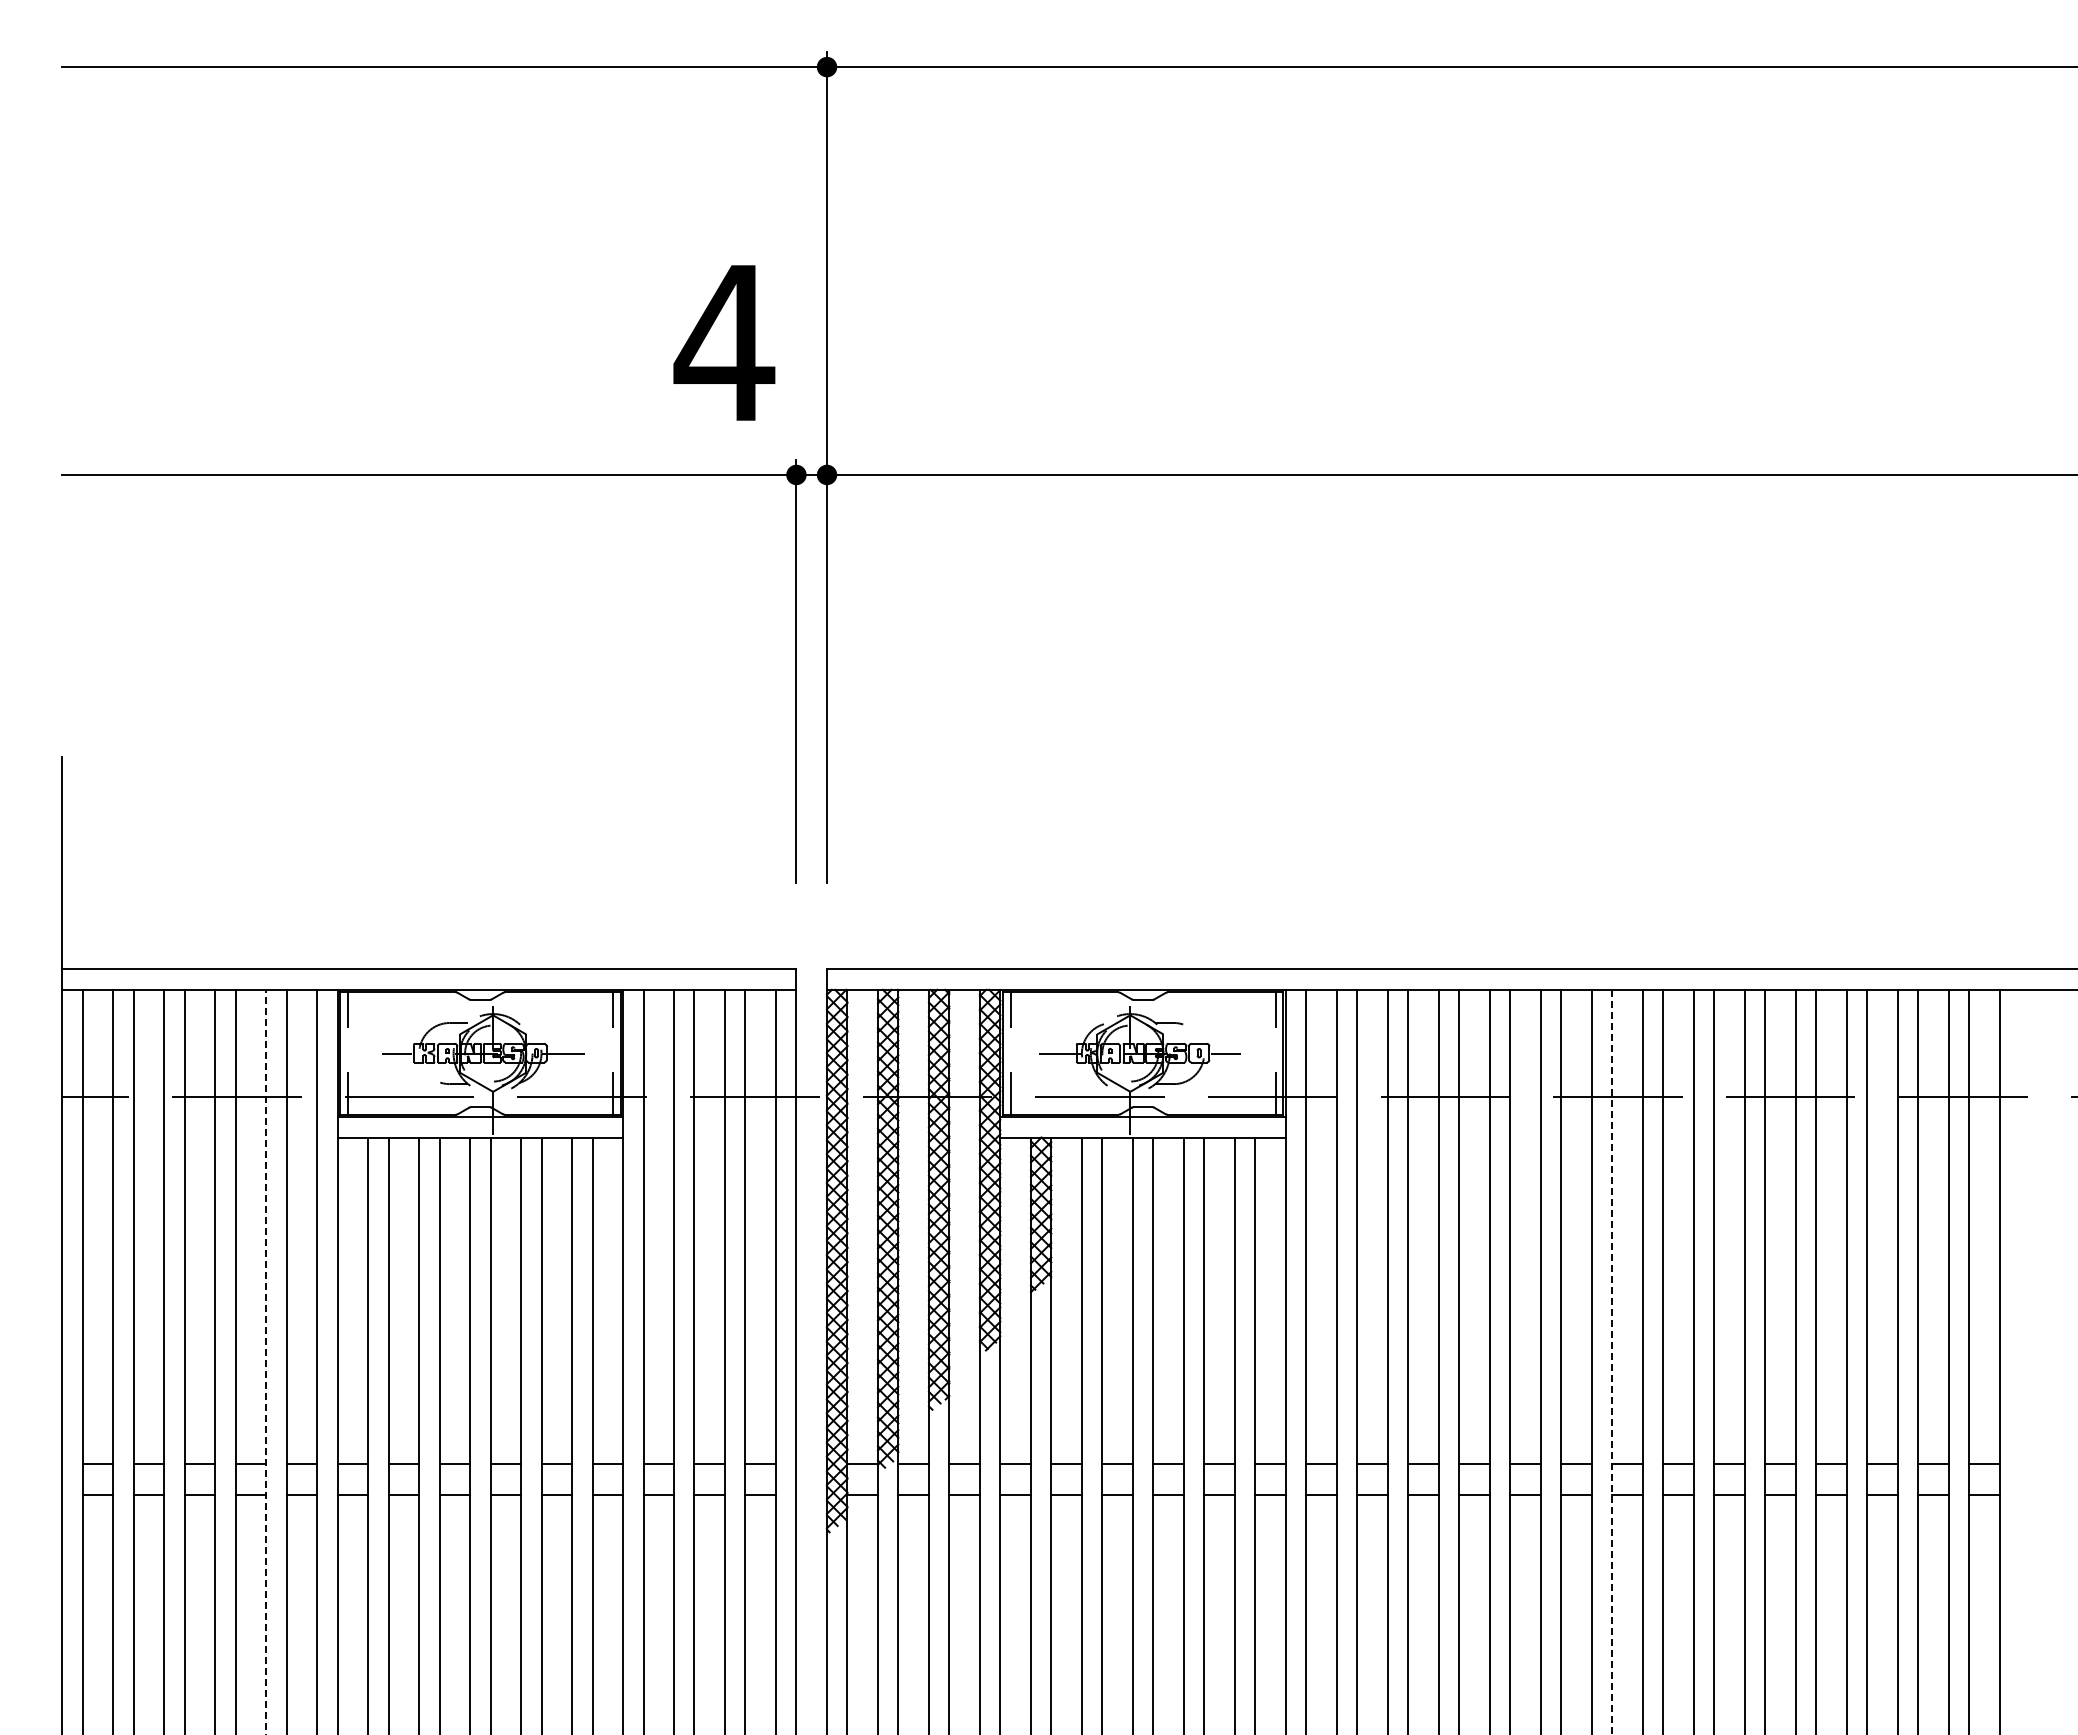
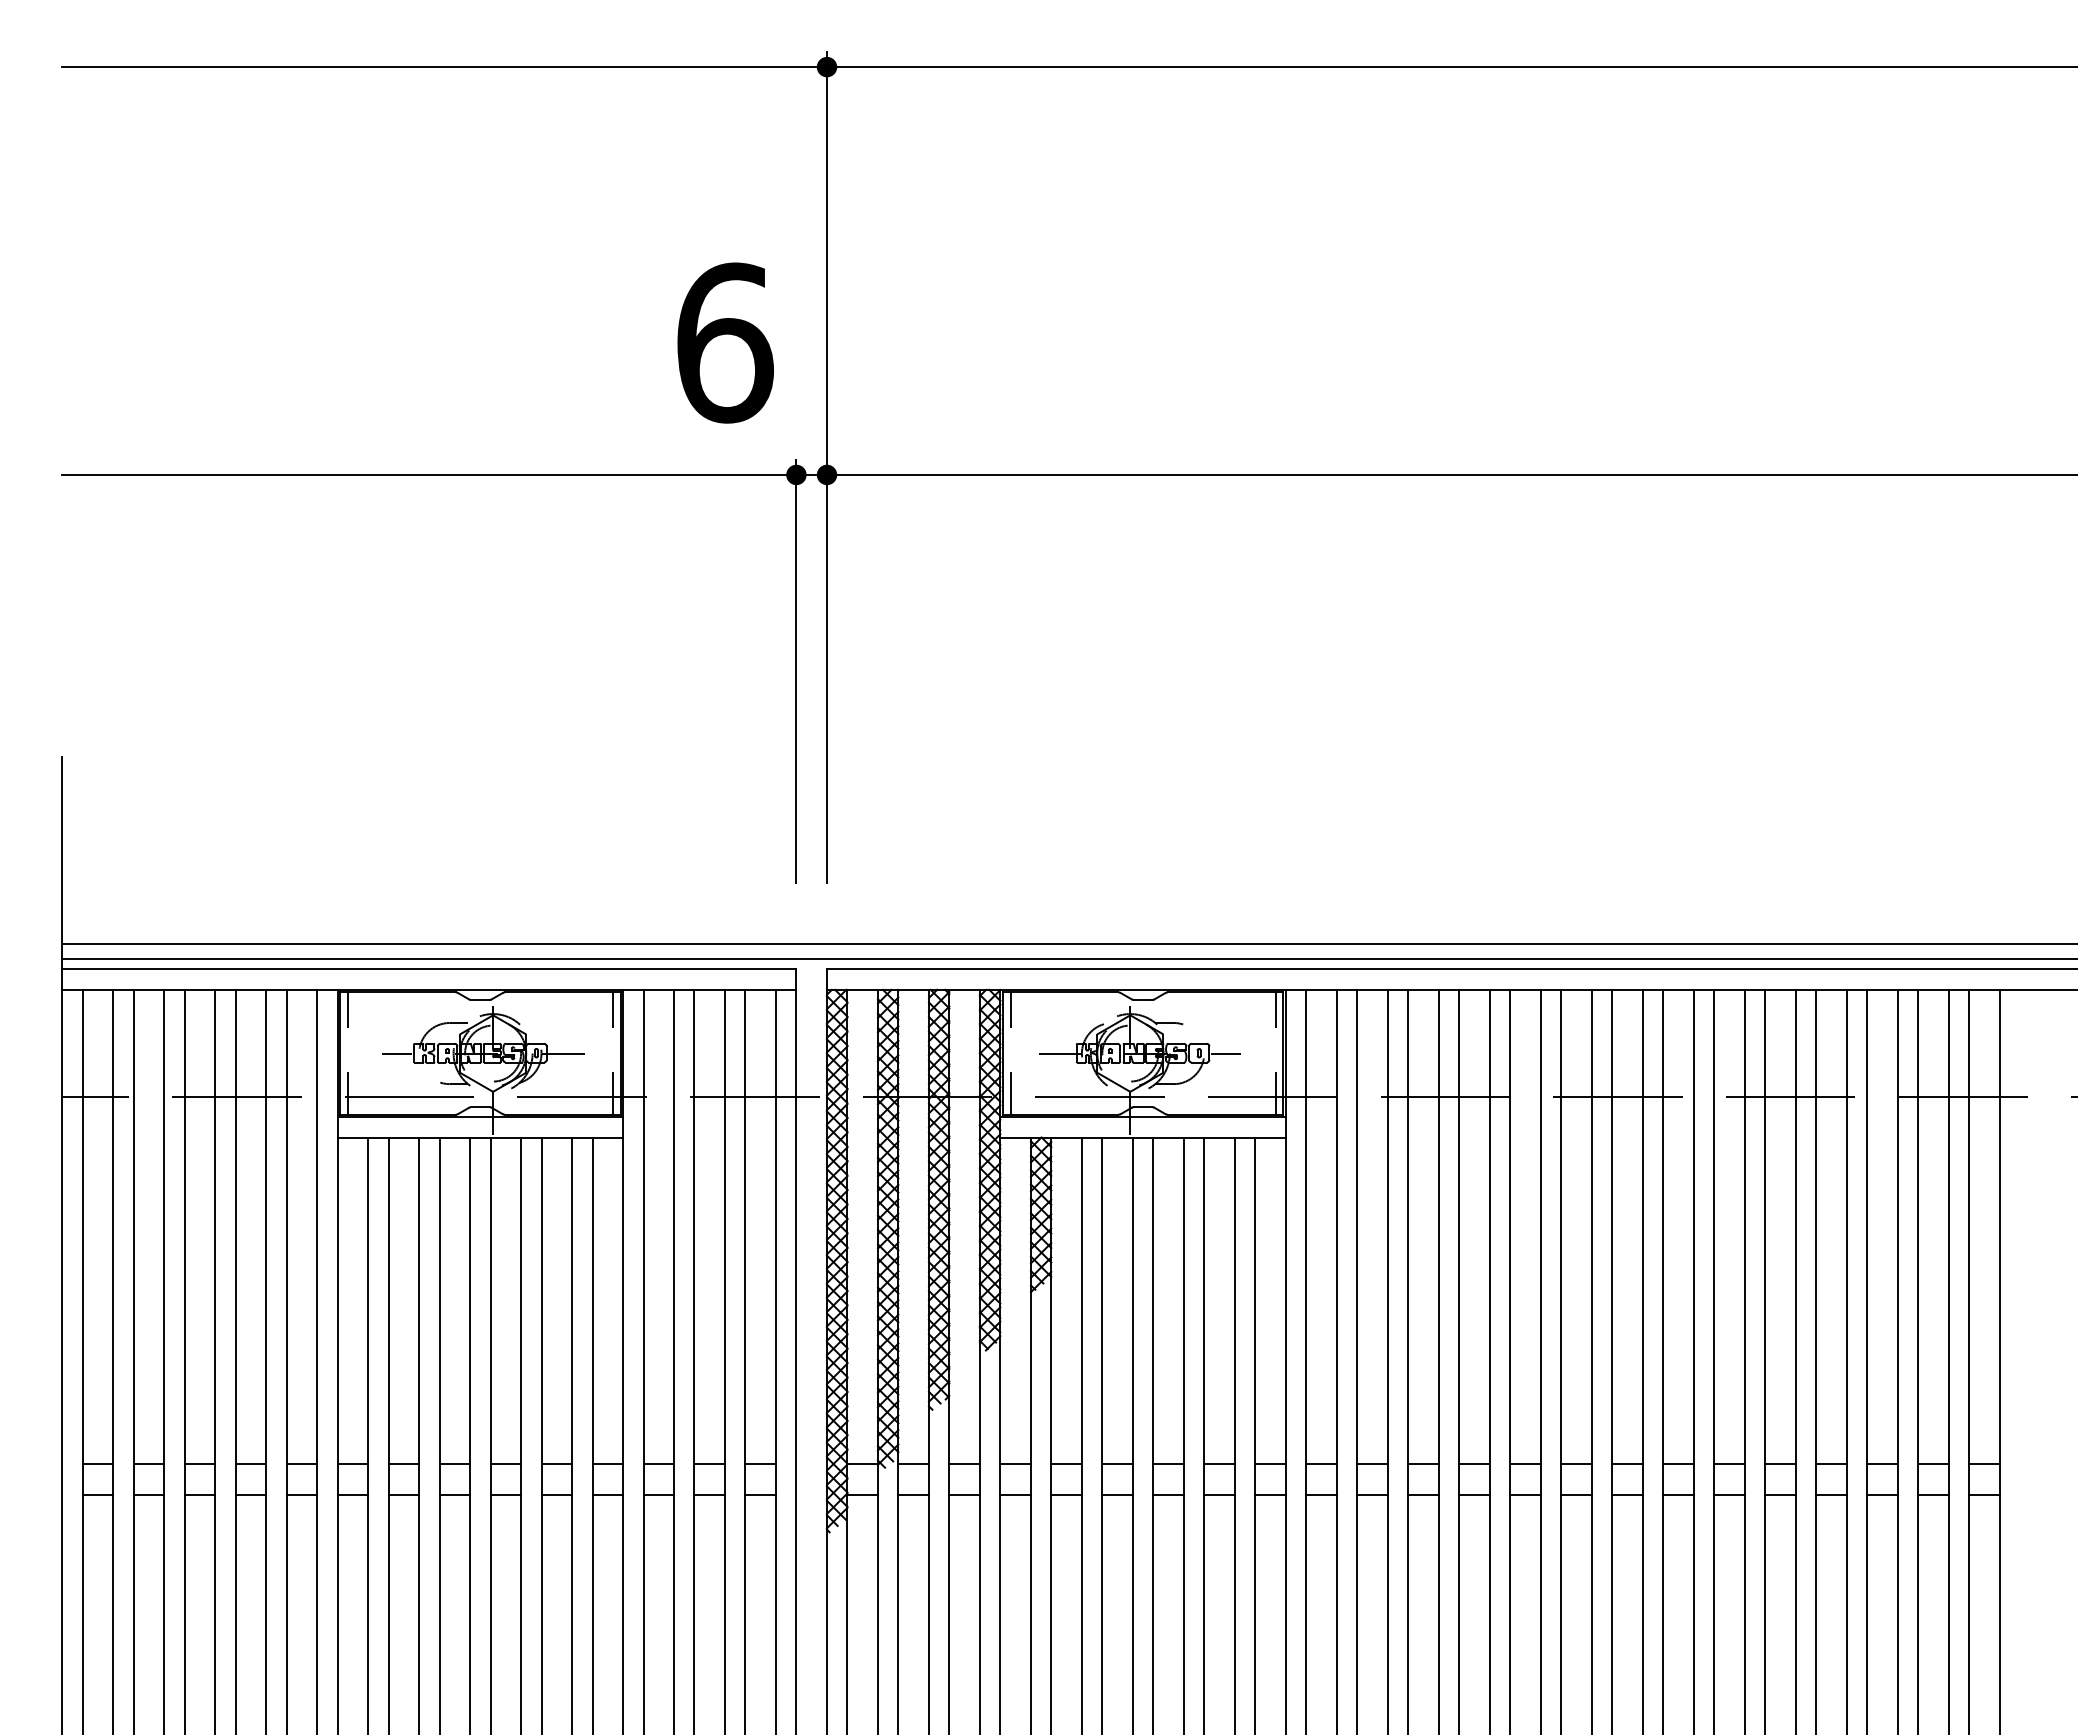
text at (724, 342): 4 -> 6
line at (1068, 943): none -> present
line at (1068, 959): none -> present
line at (266, 1361): dashed -> solid
line at (1612, 1362): dashed -> solid
